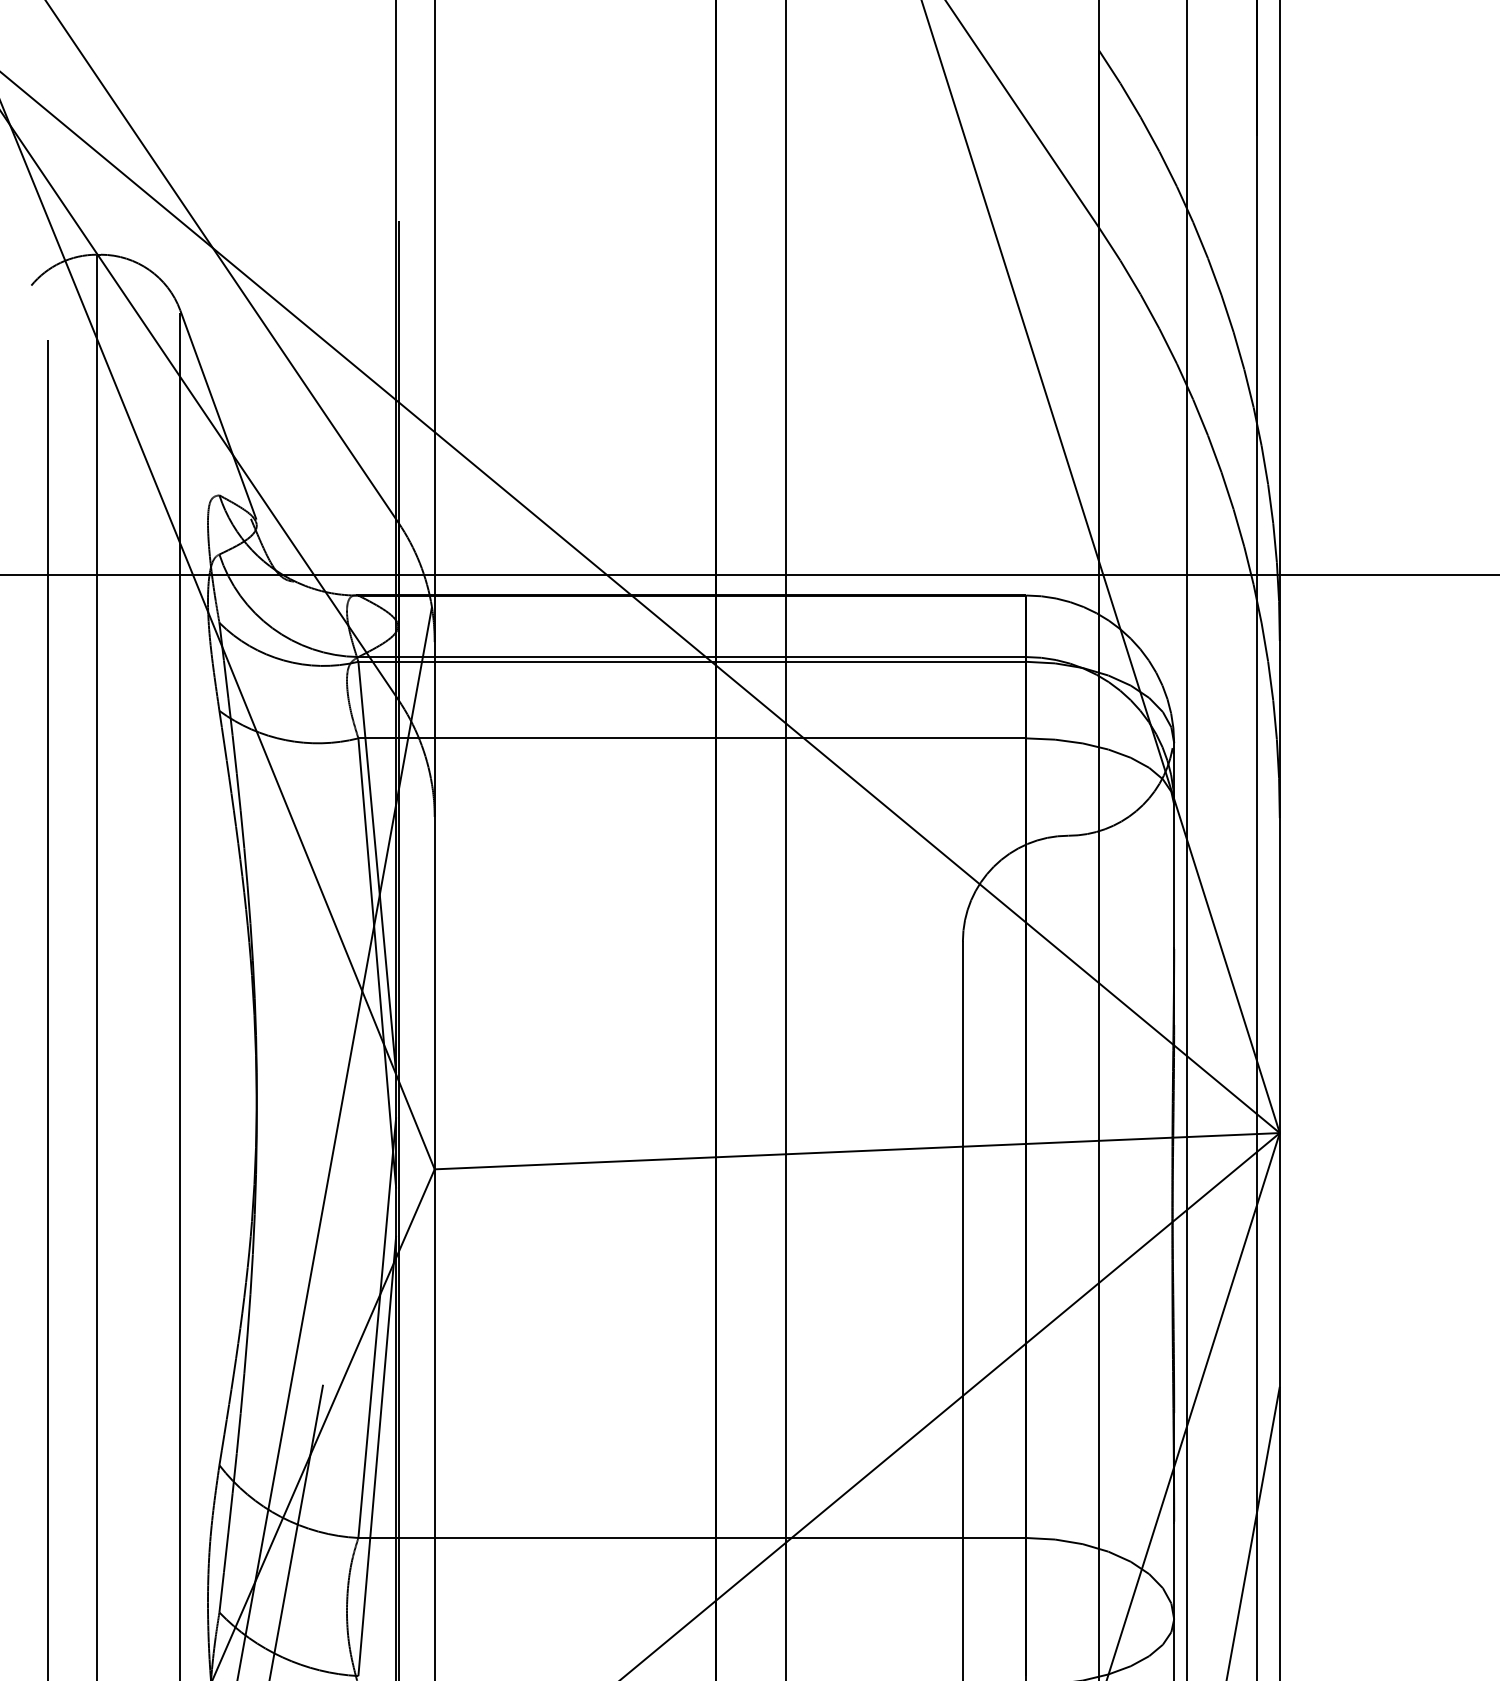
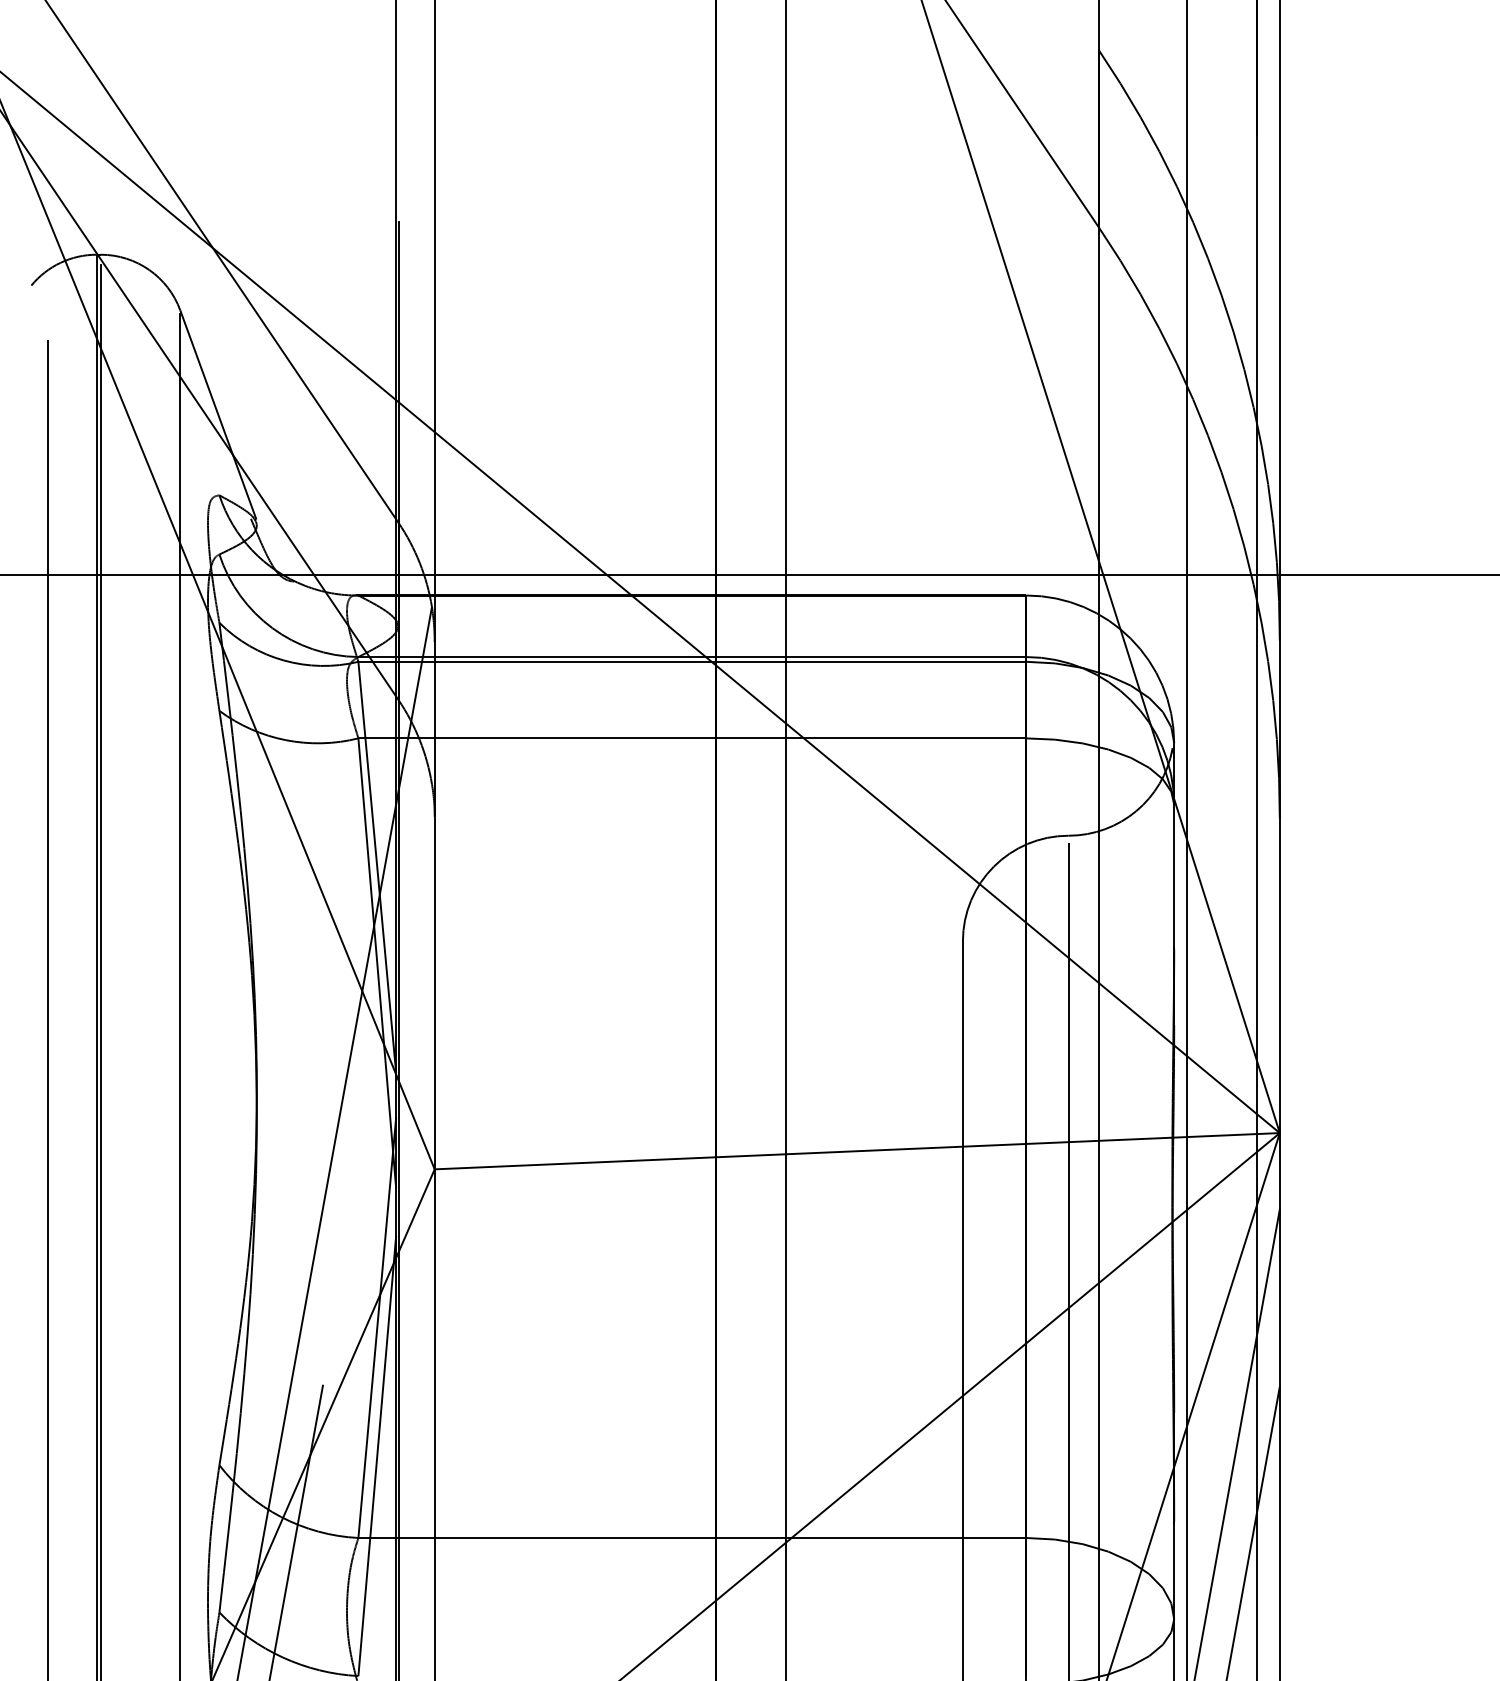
line at (100, 970): none -> present
line at (1068, 1260): none -> present
line at (1237, 1443): none -> present
